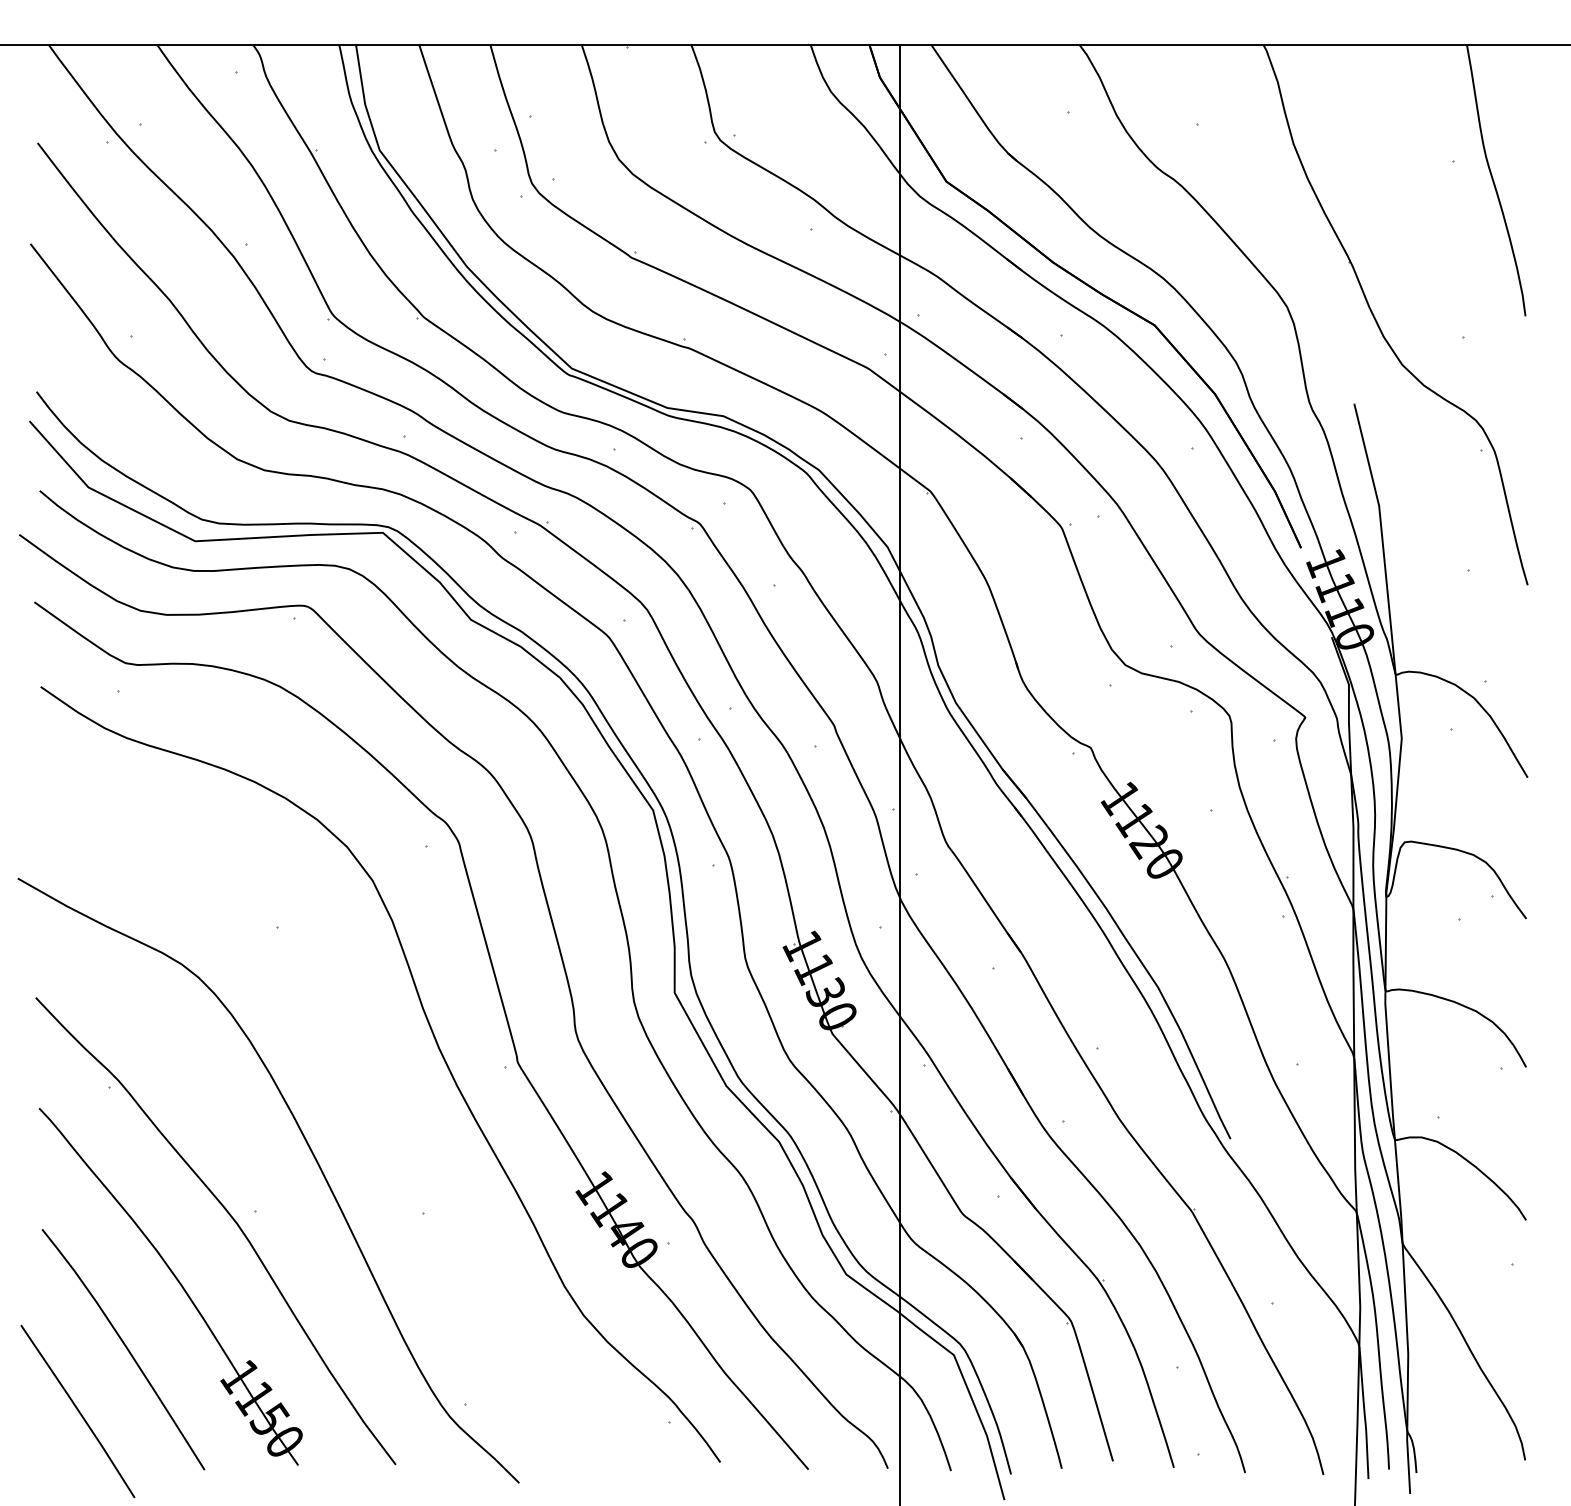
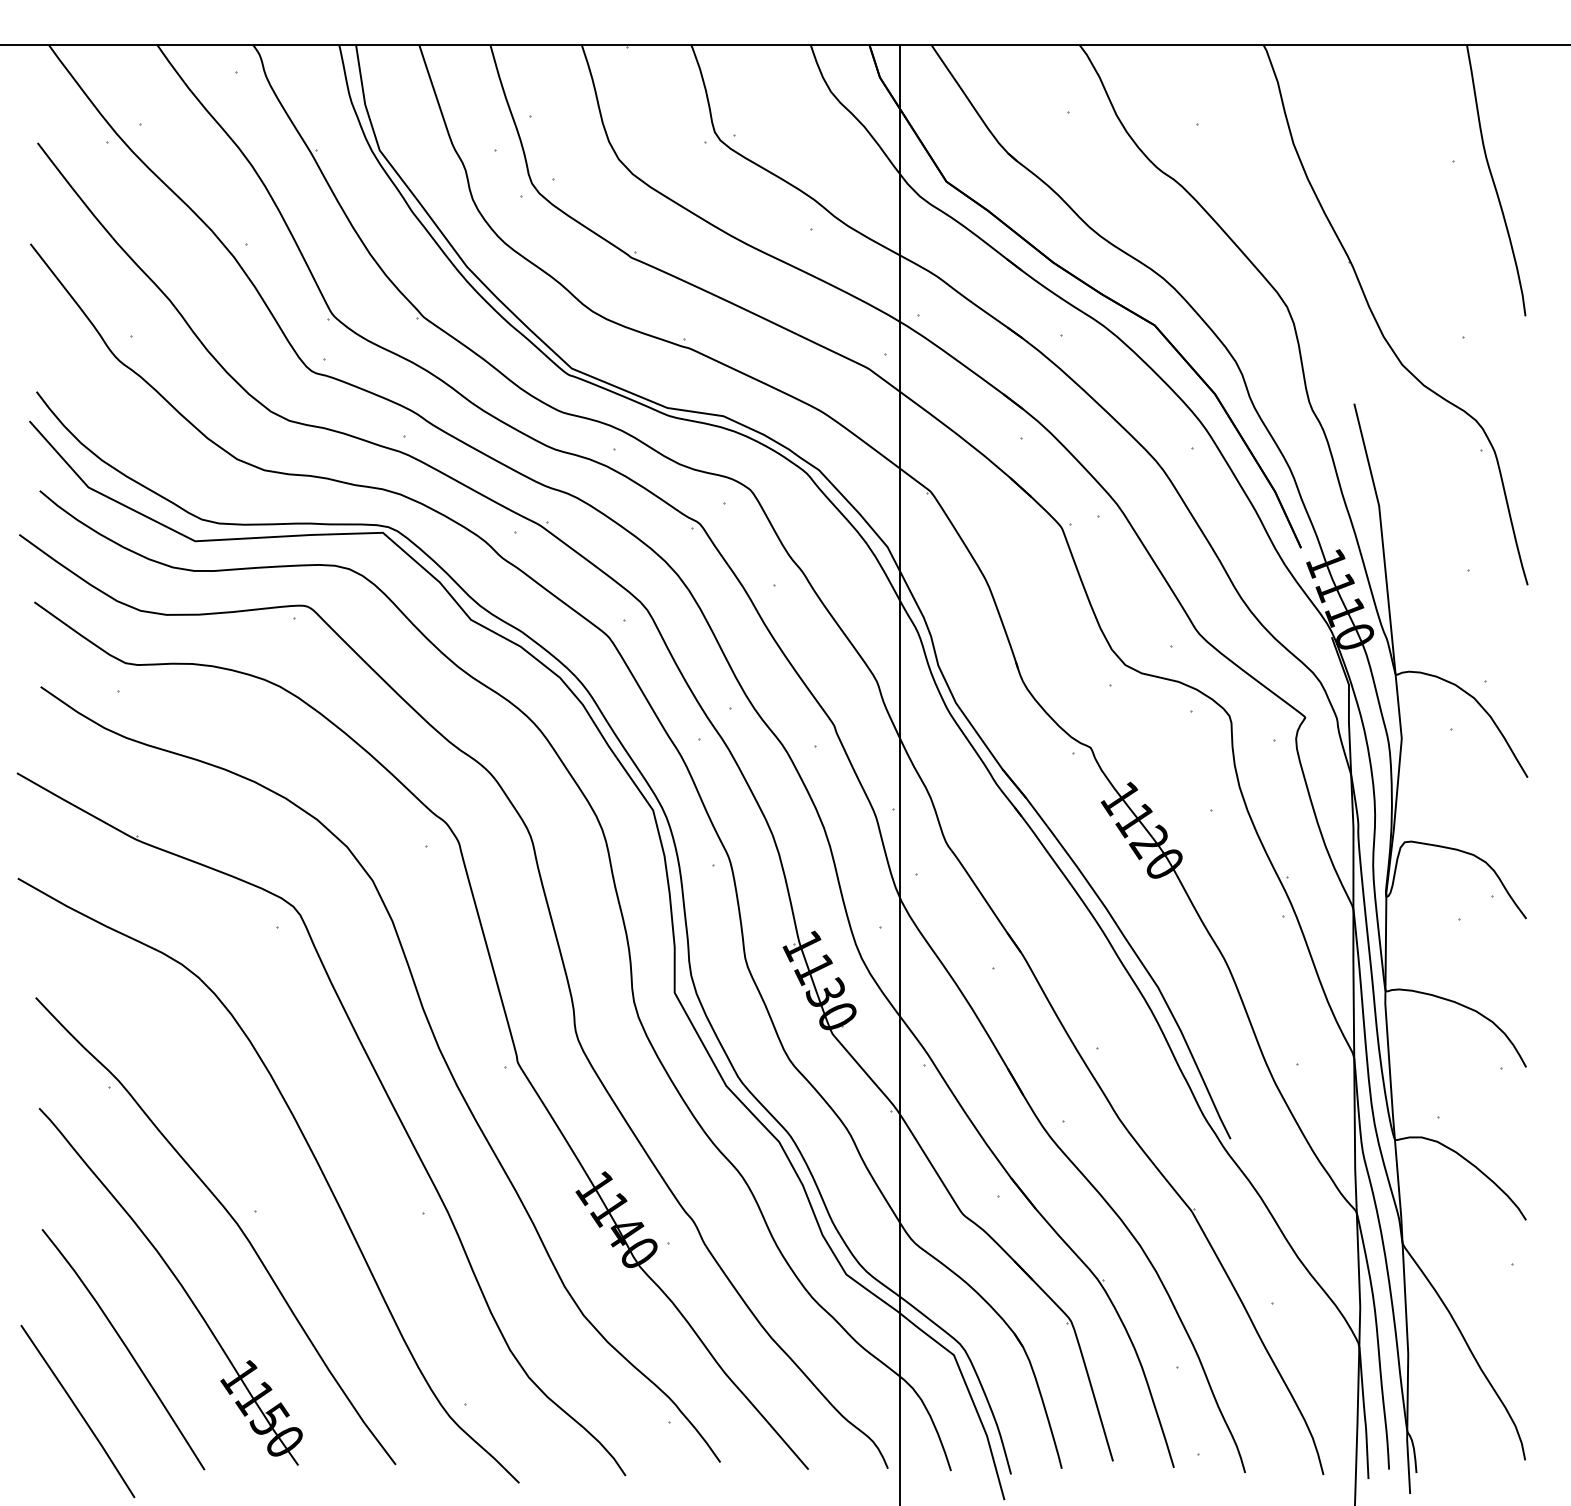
part at (385, 1093): none -> present
